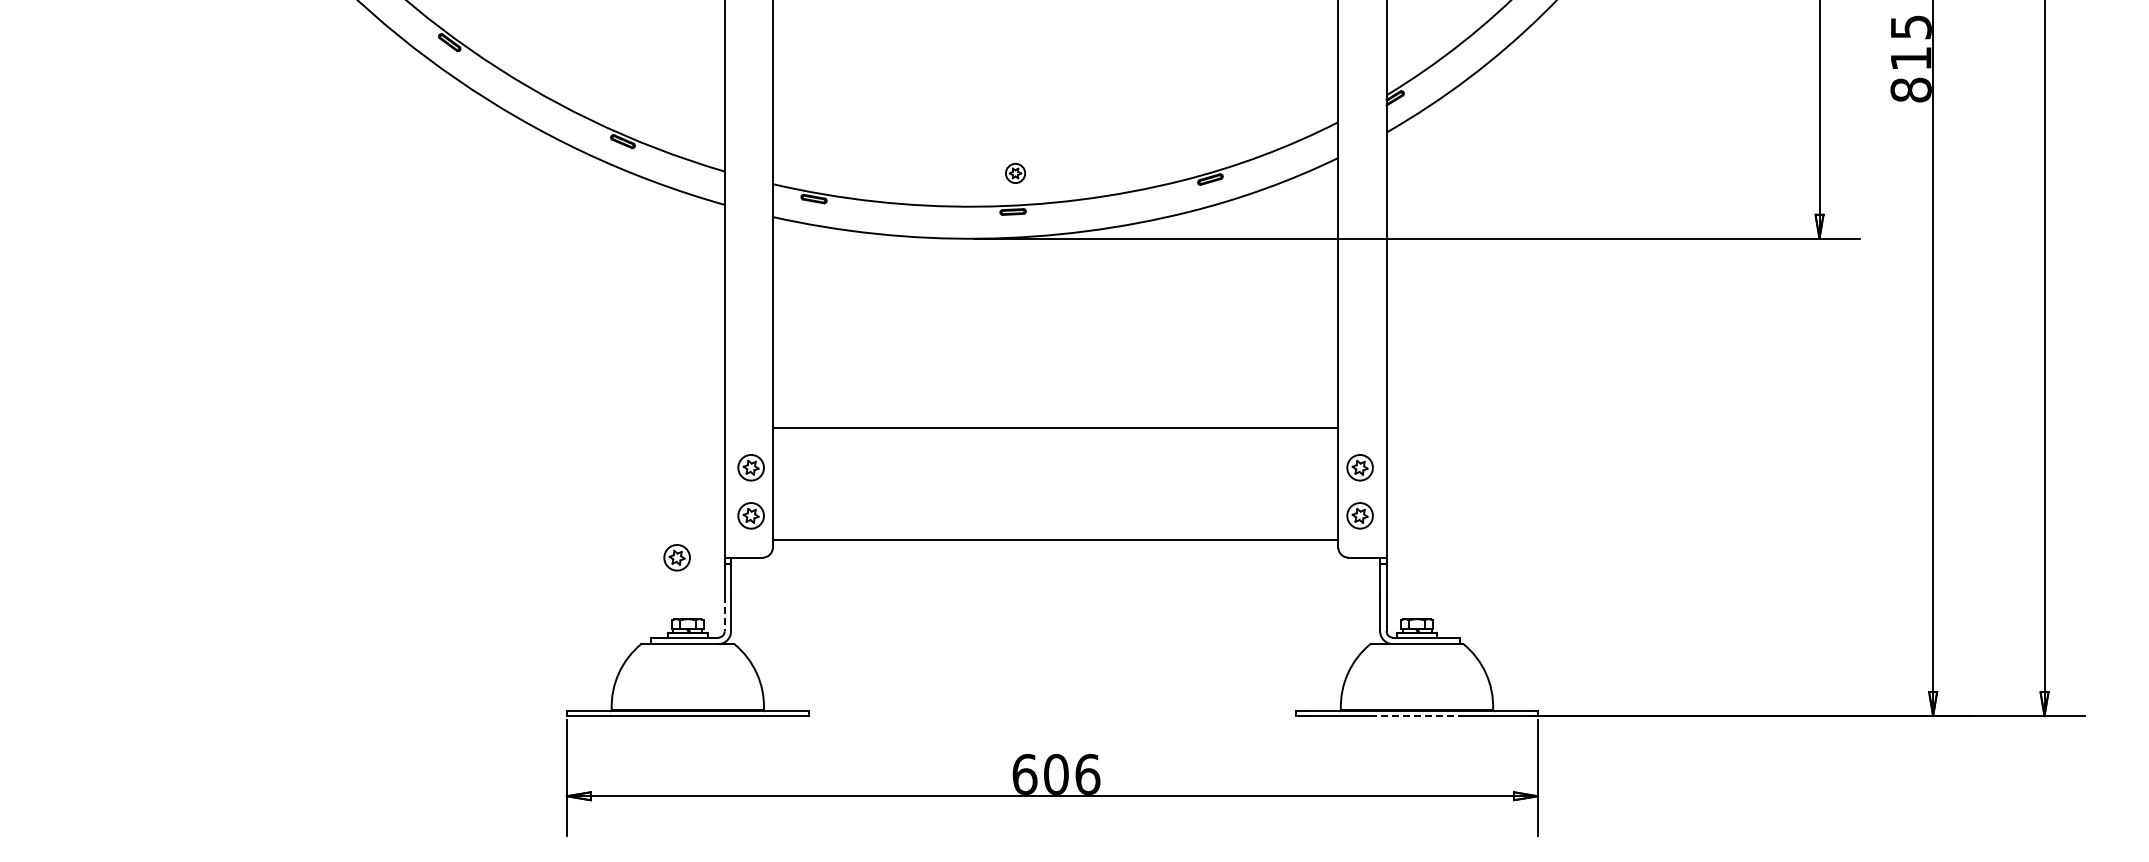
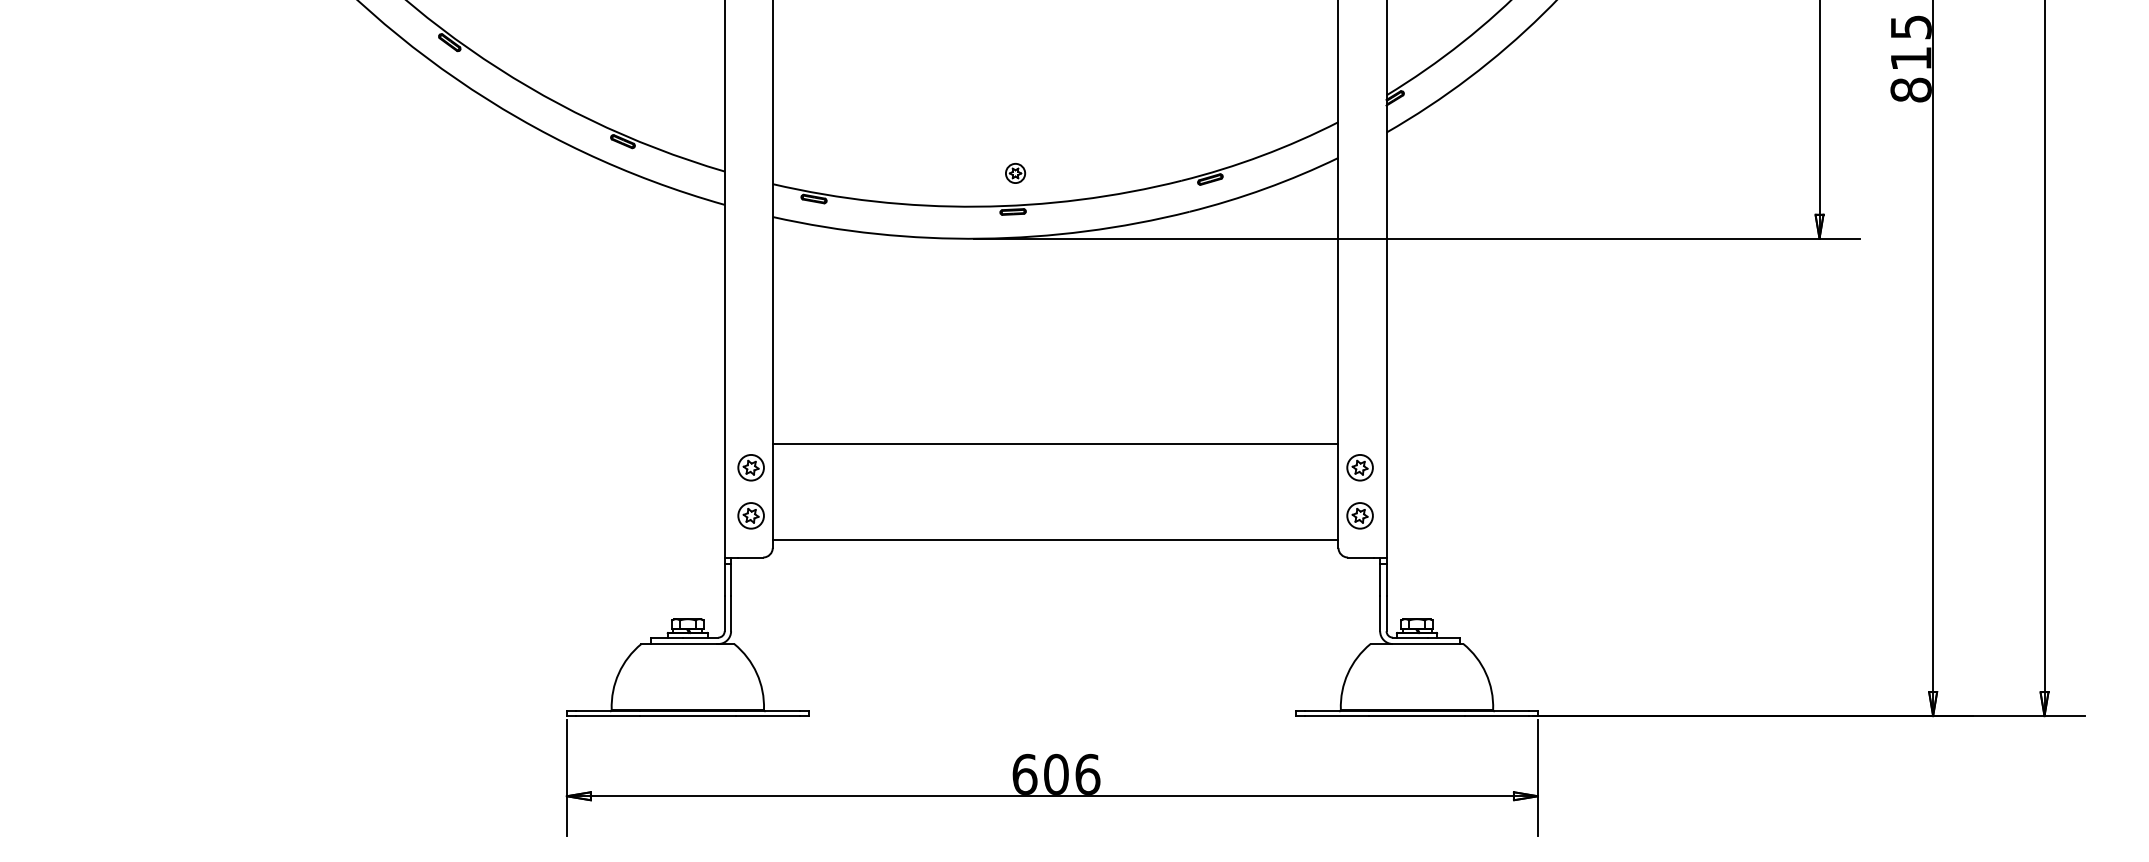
line at (1055, 427) position: (1055, 427) -> (1055, 443)
part at (676, 557): present -> none
line at (724, 613): dashed -> solid
line at (1416, 716): dashed -> solid
